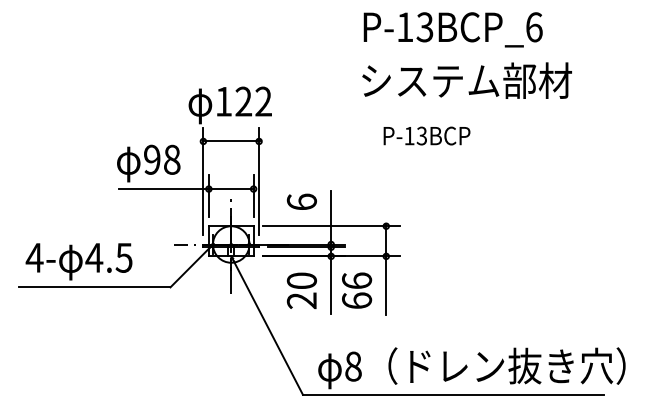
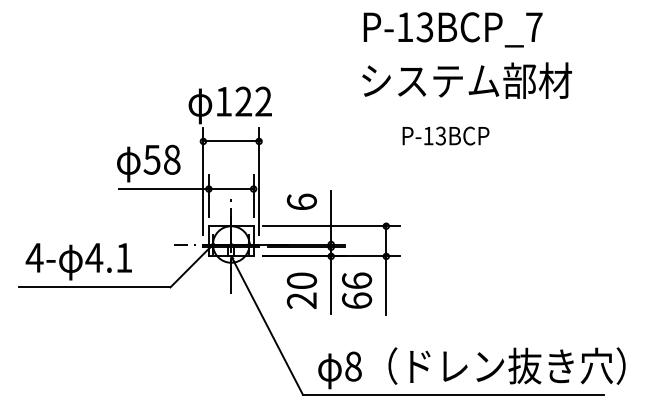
text at (534, 27): P-13BCP_6 -> P-13BCP_7
text at (426, 135) position: (426, 135) -> (445, 135)
text at (151, 159): 98 -> 58
text at (123, 257): 4.5 -> 4.1
